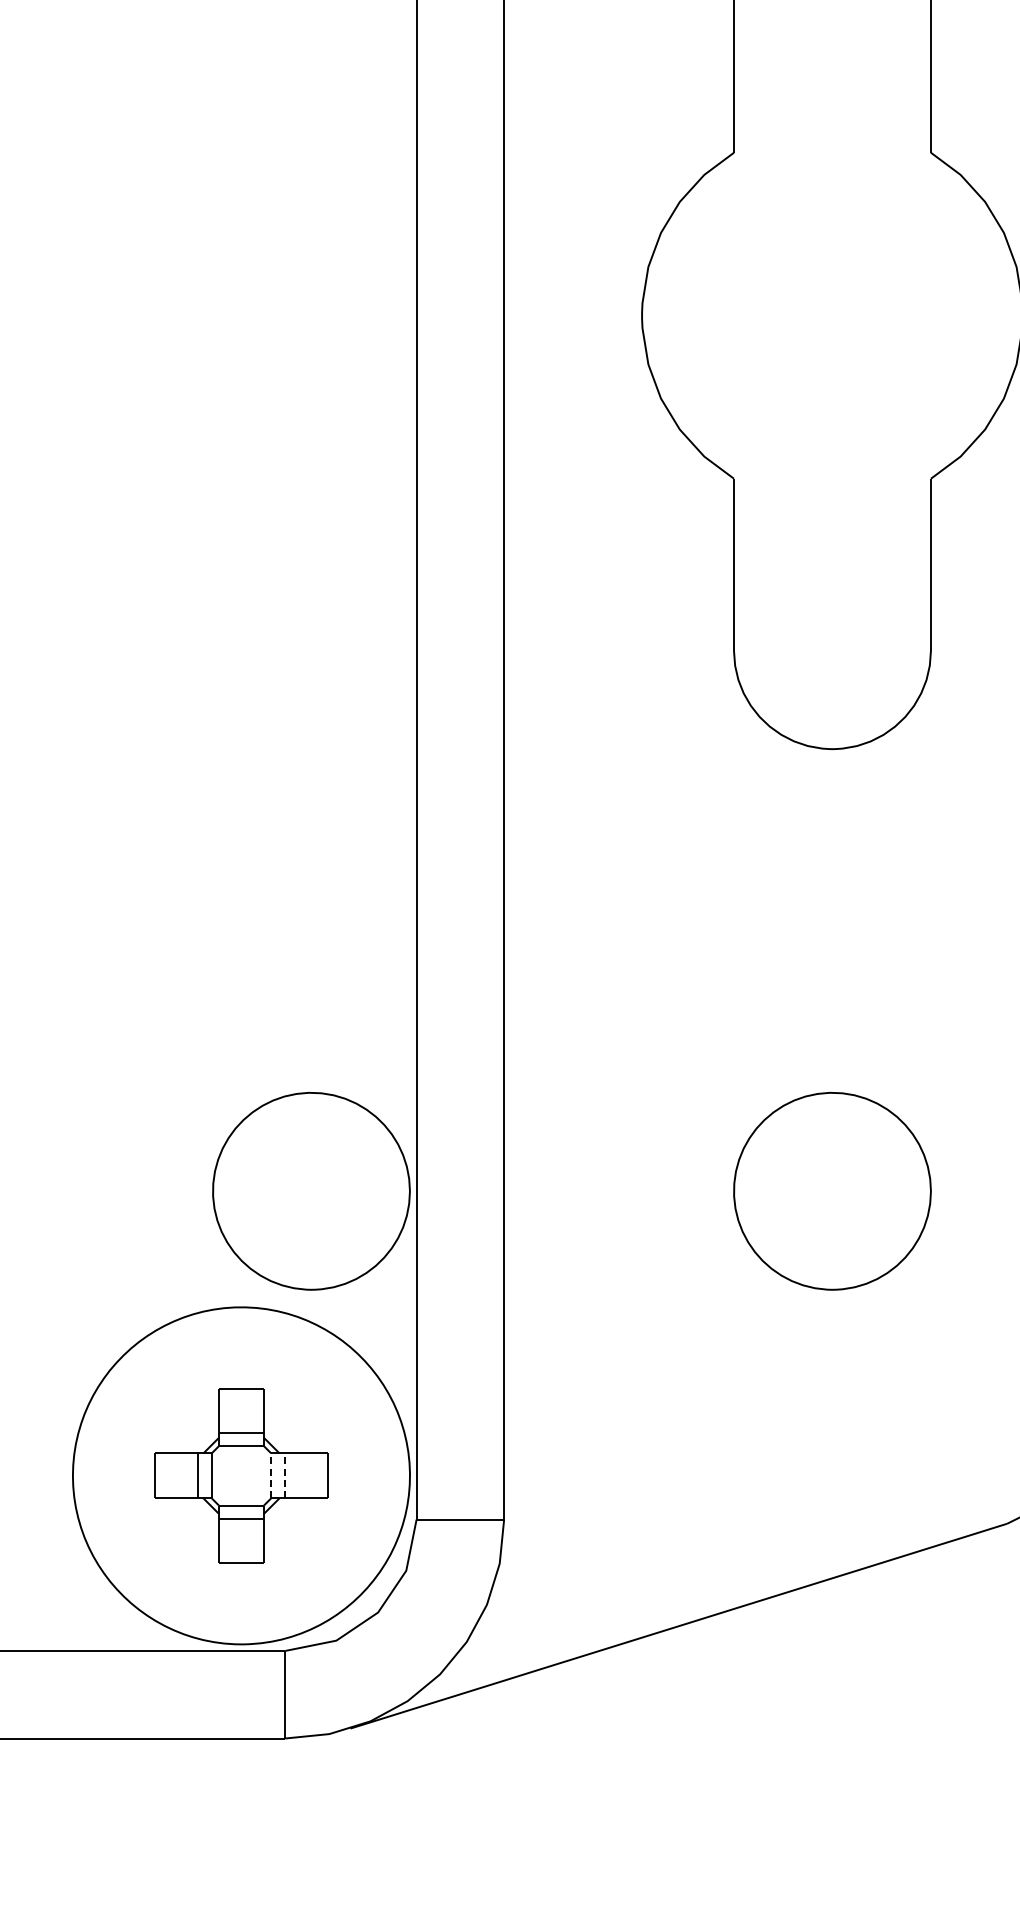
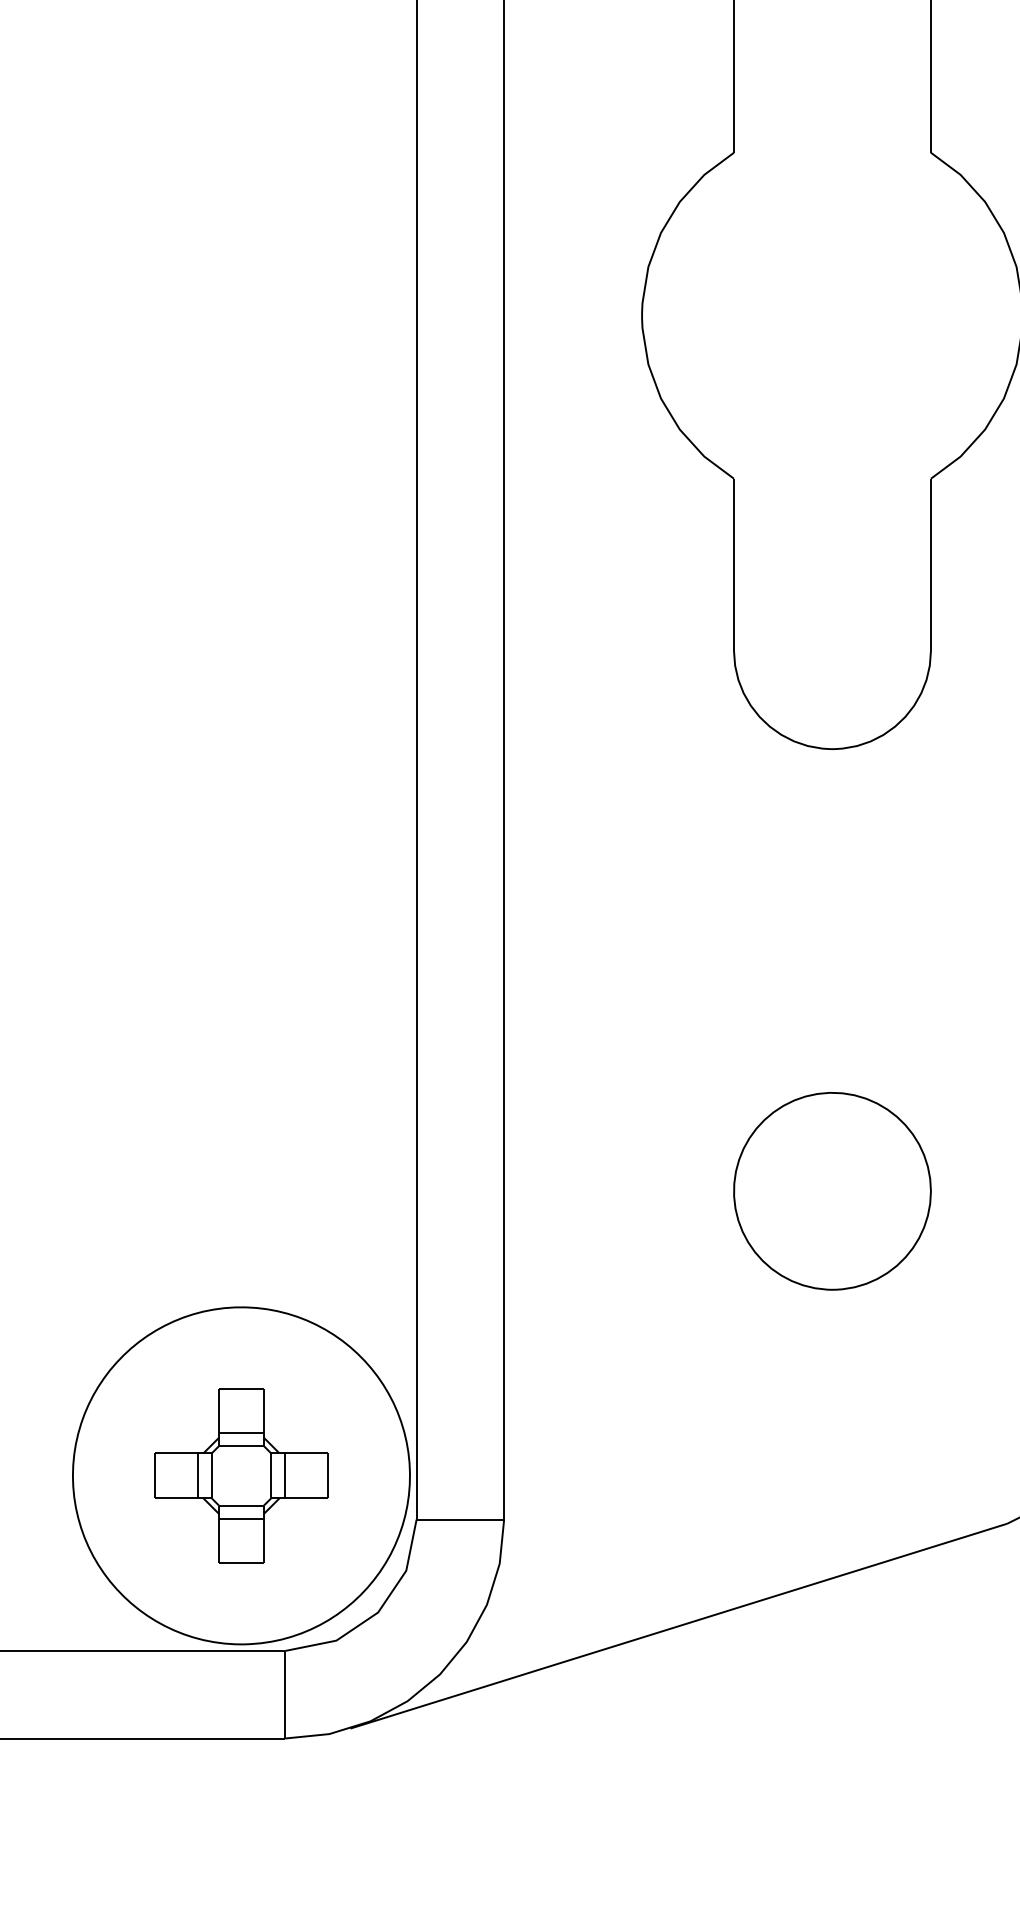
part at (311, 1190): present -> none
line at (271, 1475): dashed -> solid
line at (284, 1475): dashed -> solid
